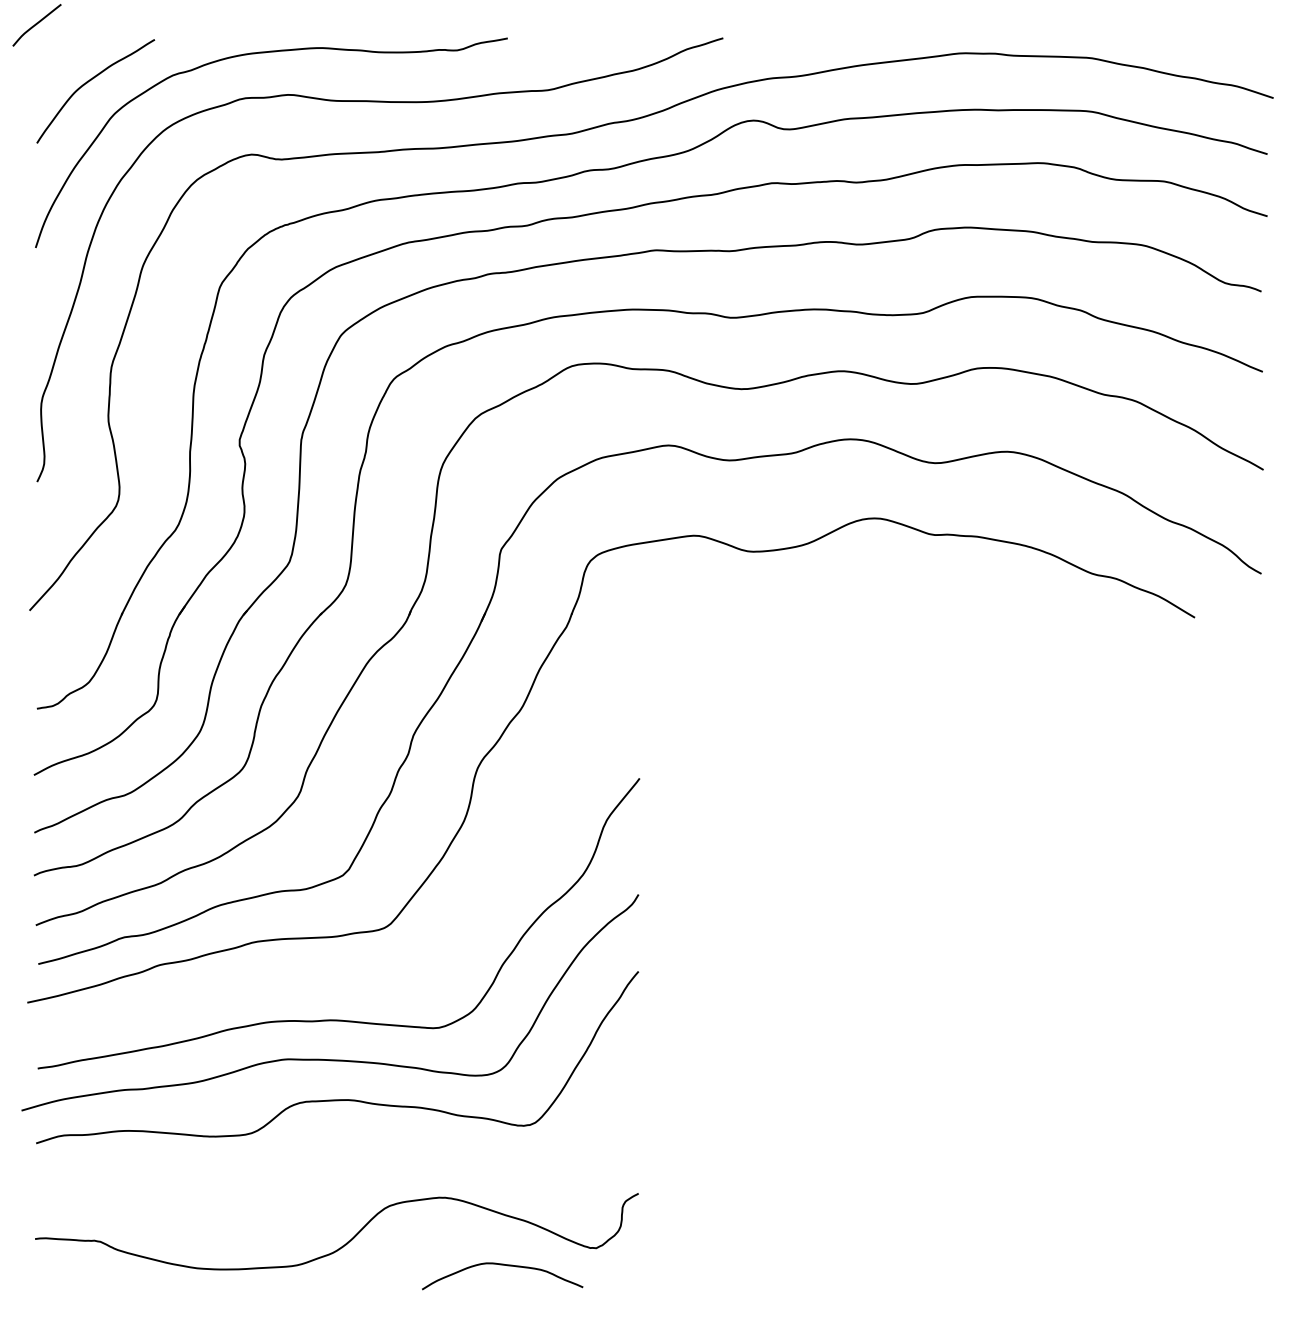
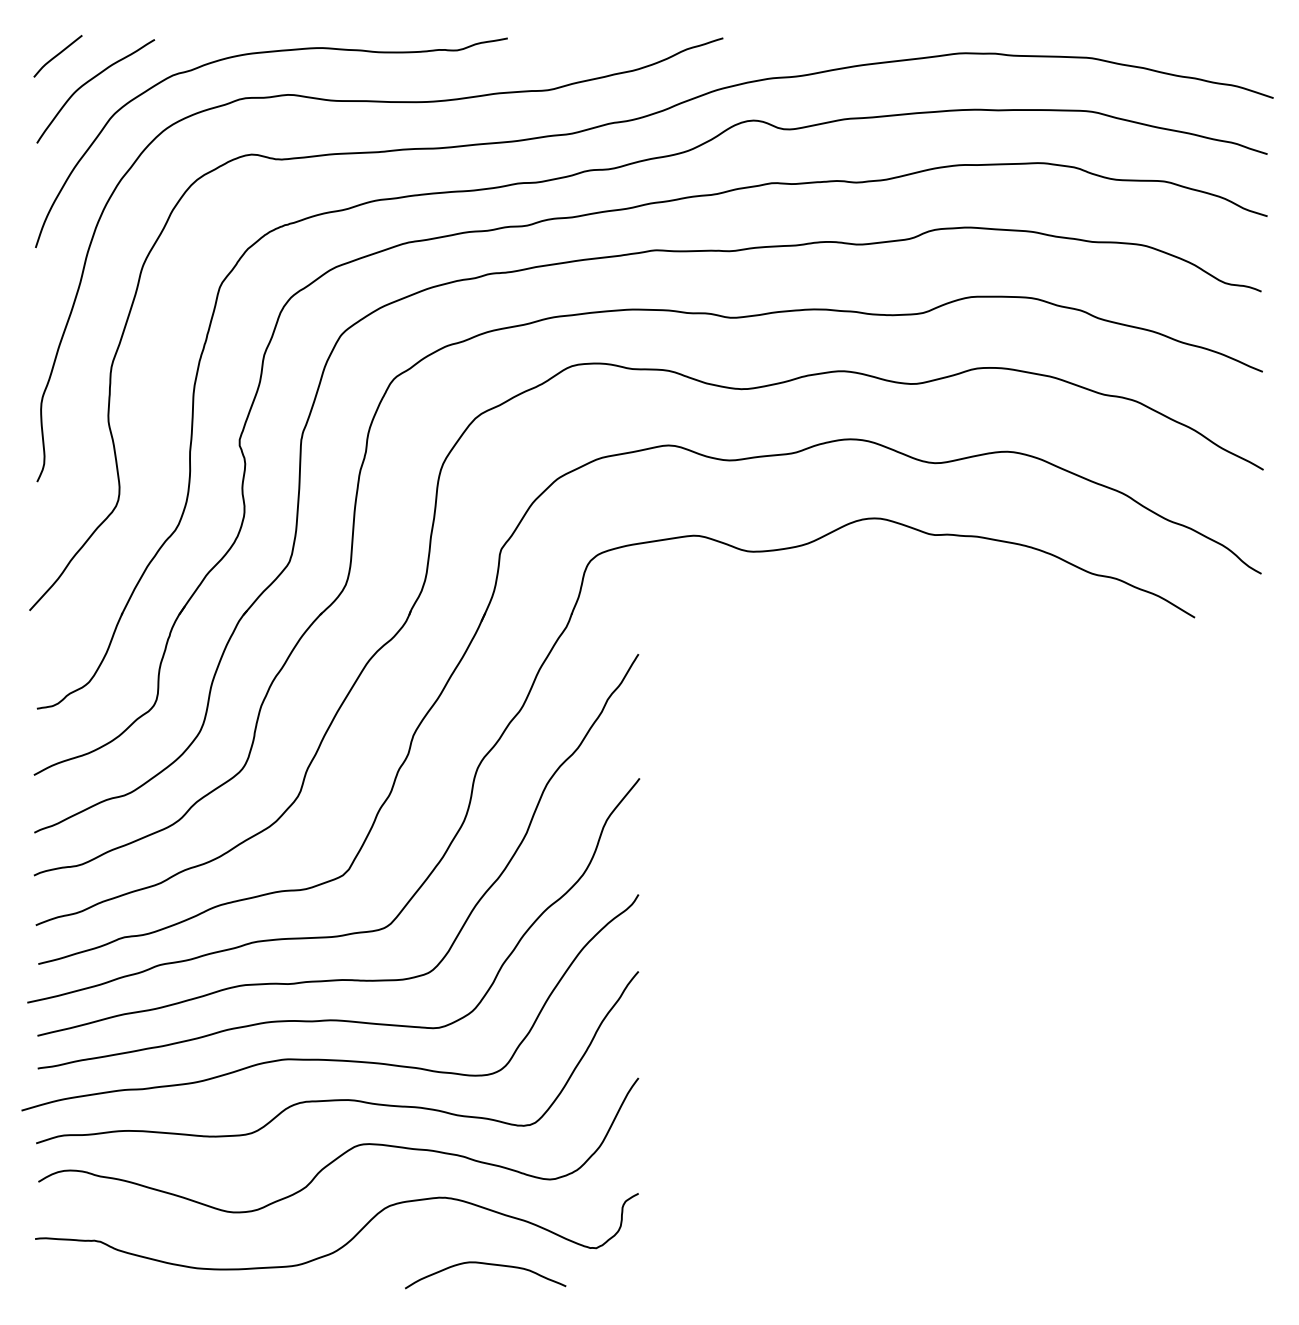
curve at (36, 25) position: (36, 25) -> (57, 56)
curve at (338, 979): none -> present
curve at (343, 1152): none -> present
curve at (502, 1265) position: (502, 1265) -> (485, 1264)
